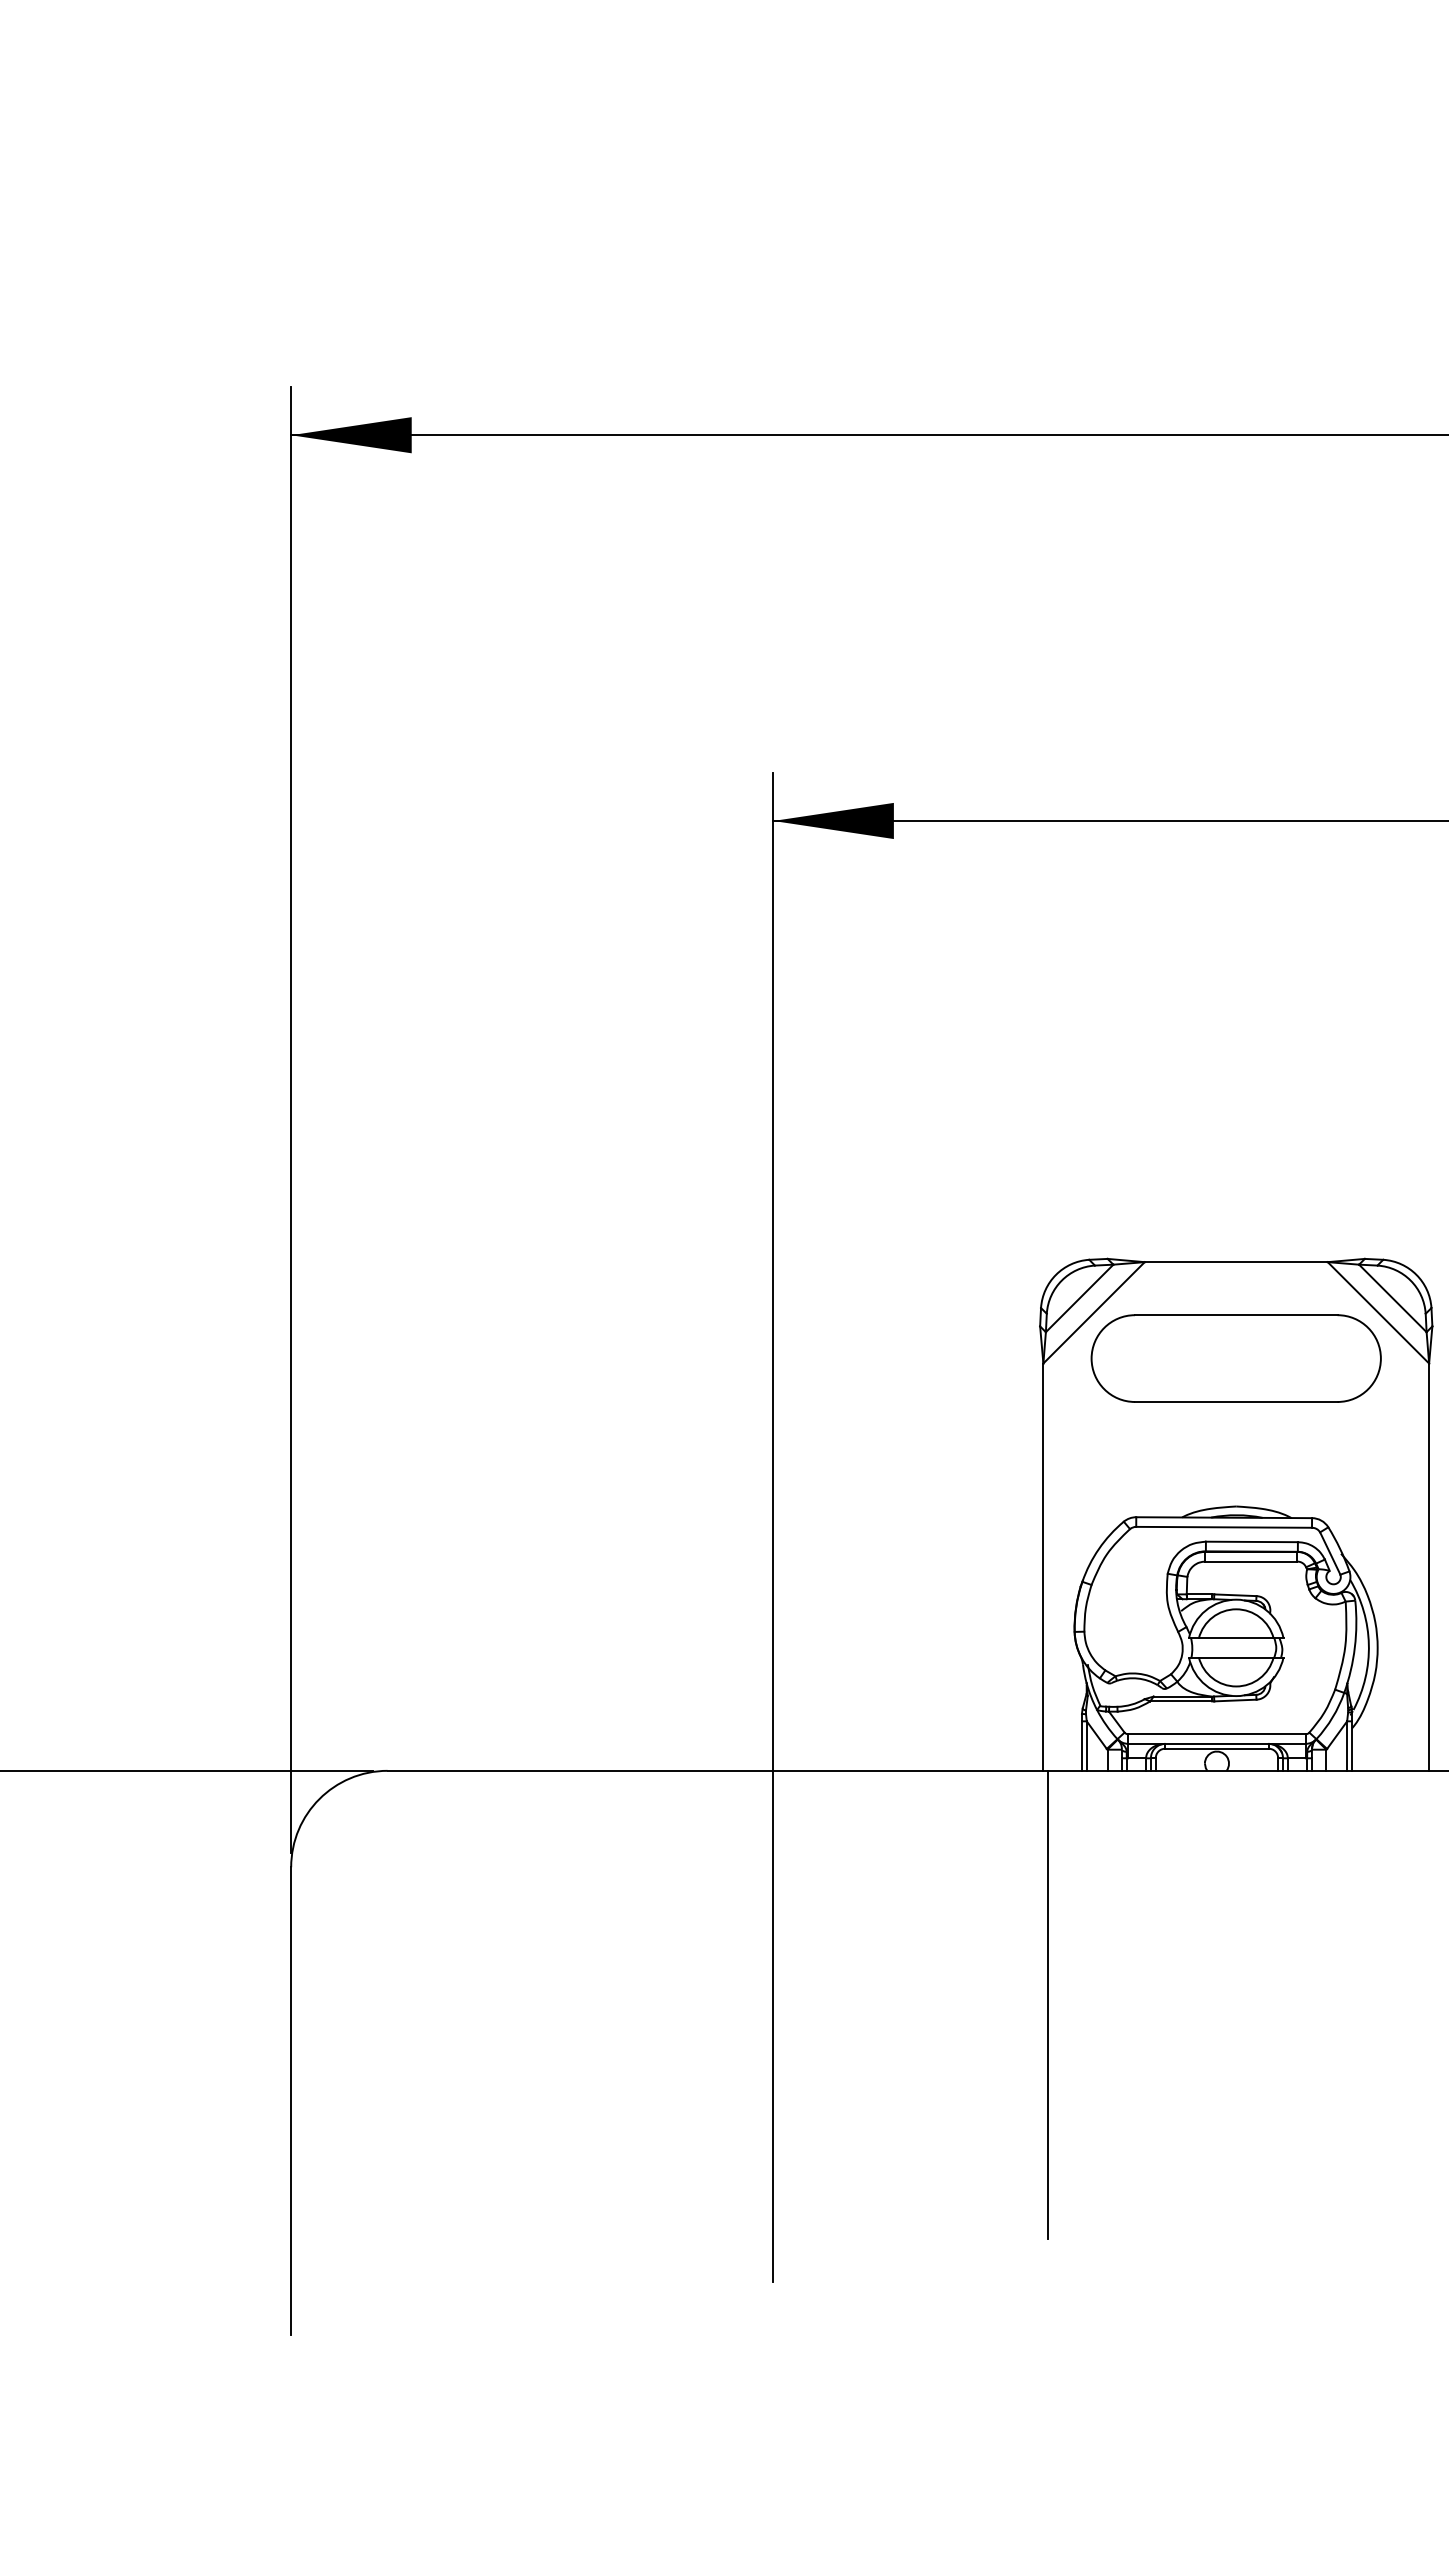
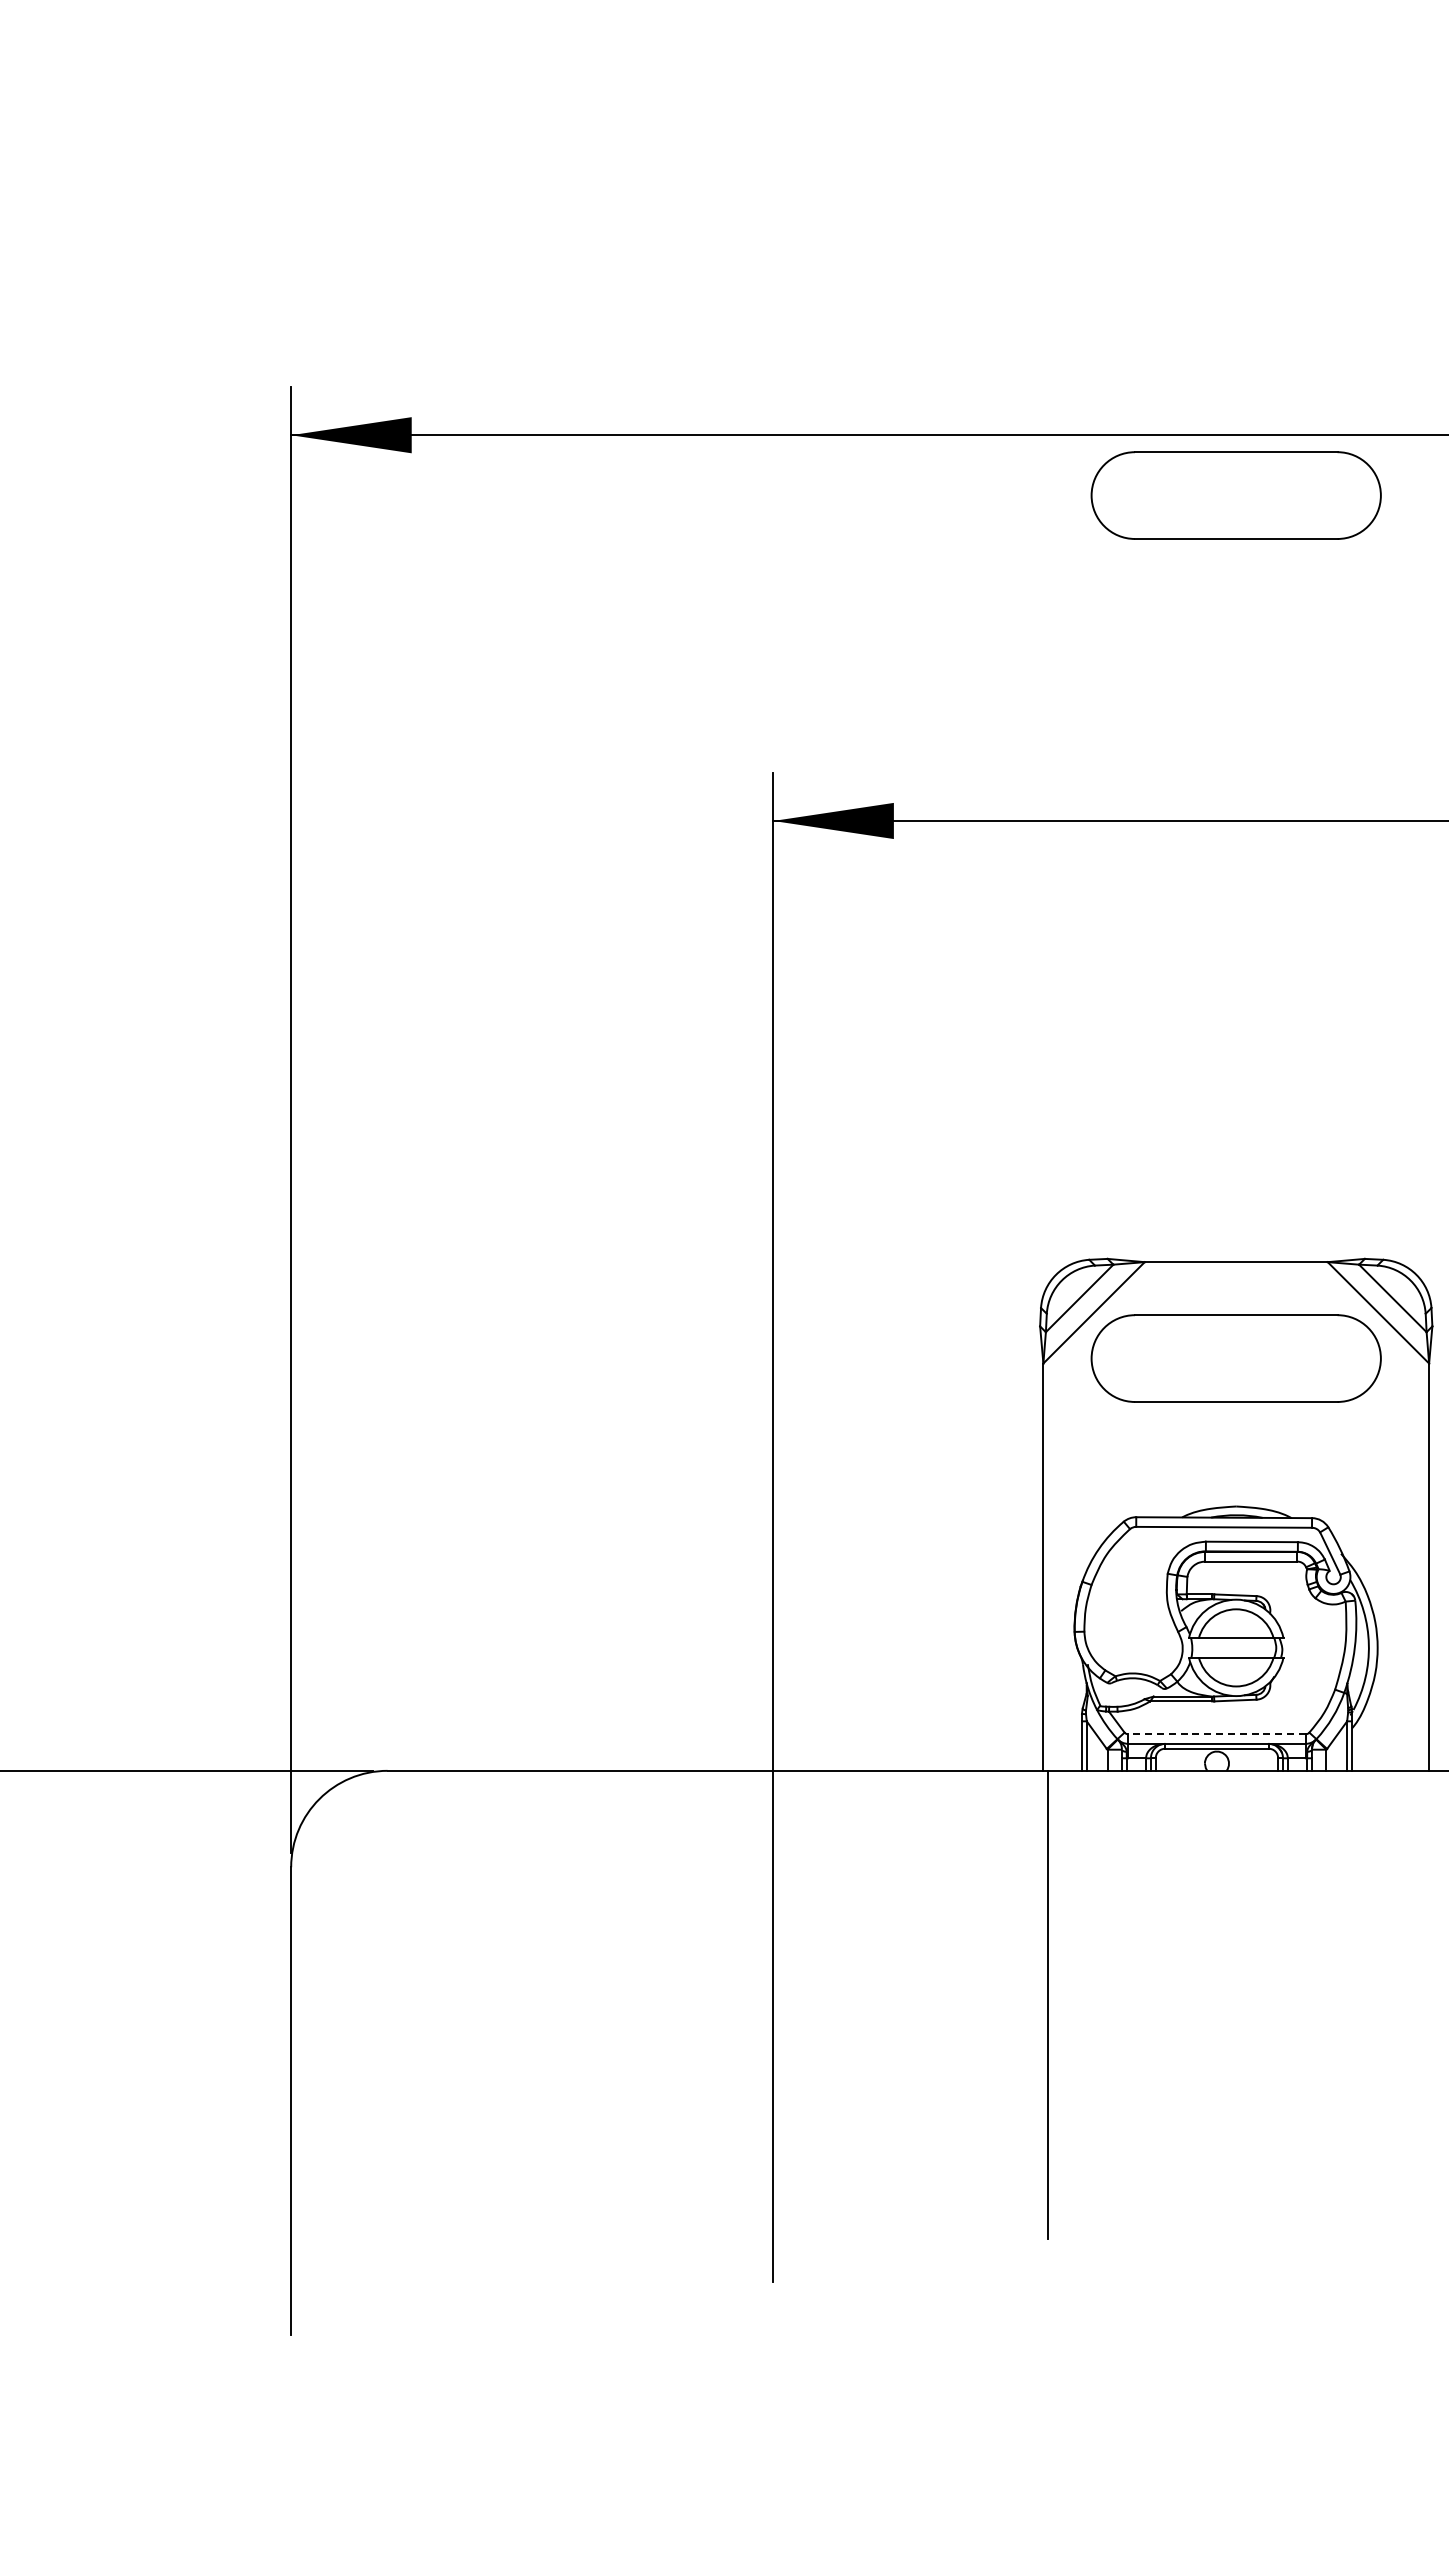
part at (1235, 495): none -> present
line at (1216, 1734): solid -> dashed
